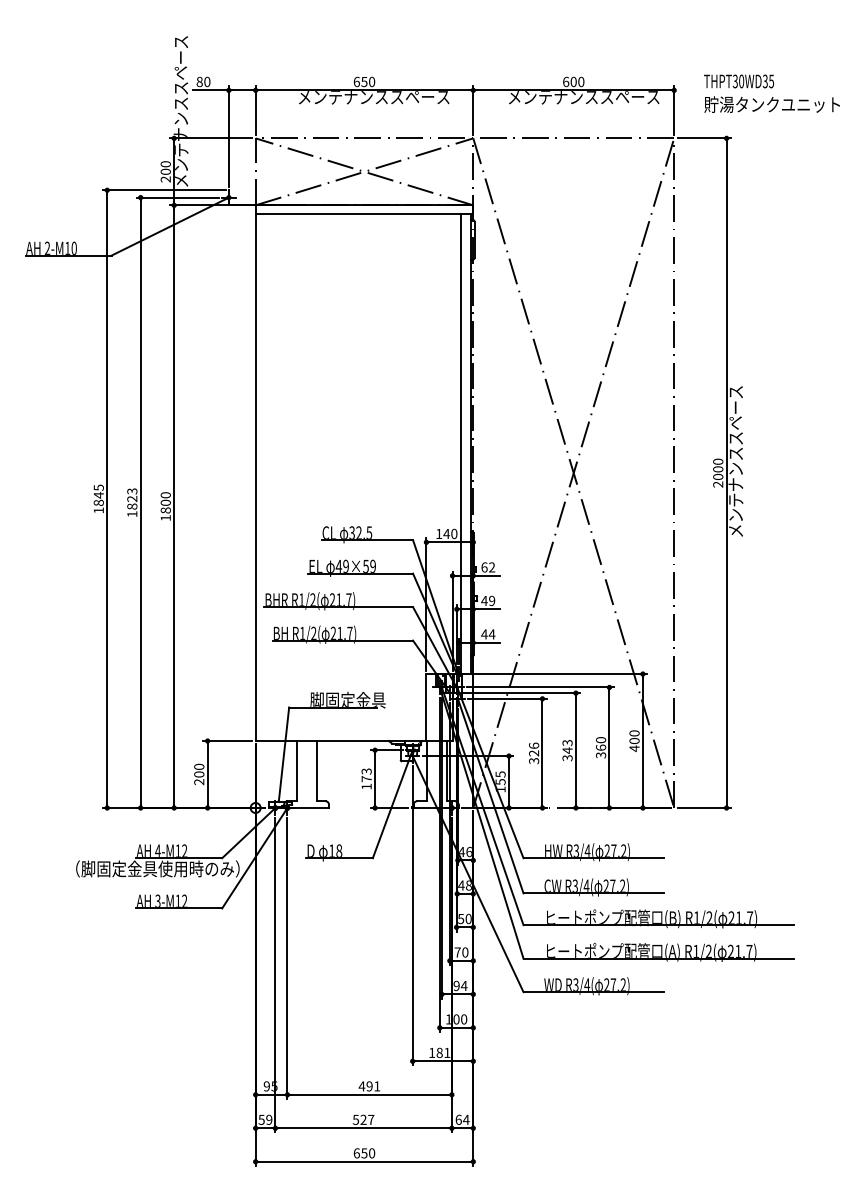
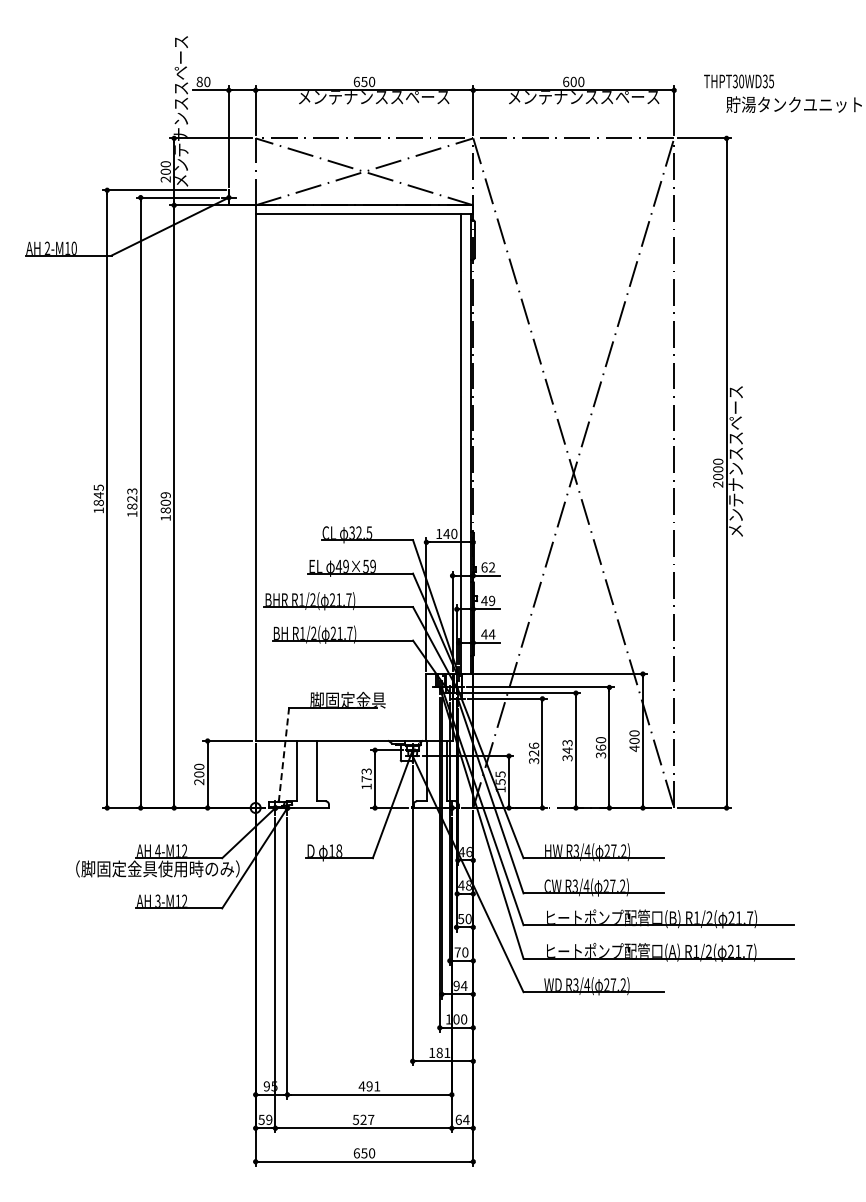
text at (771, 104) position: (771, 104) -> (793, 104)
text at (165, 495): 1800 -> 1809
line at (283, 755): solid -> dashed
